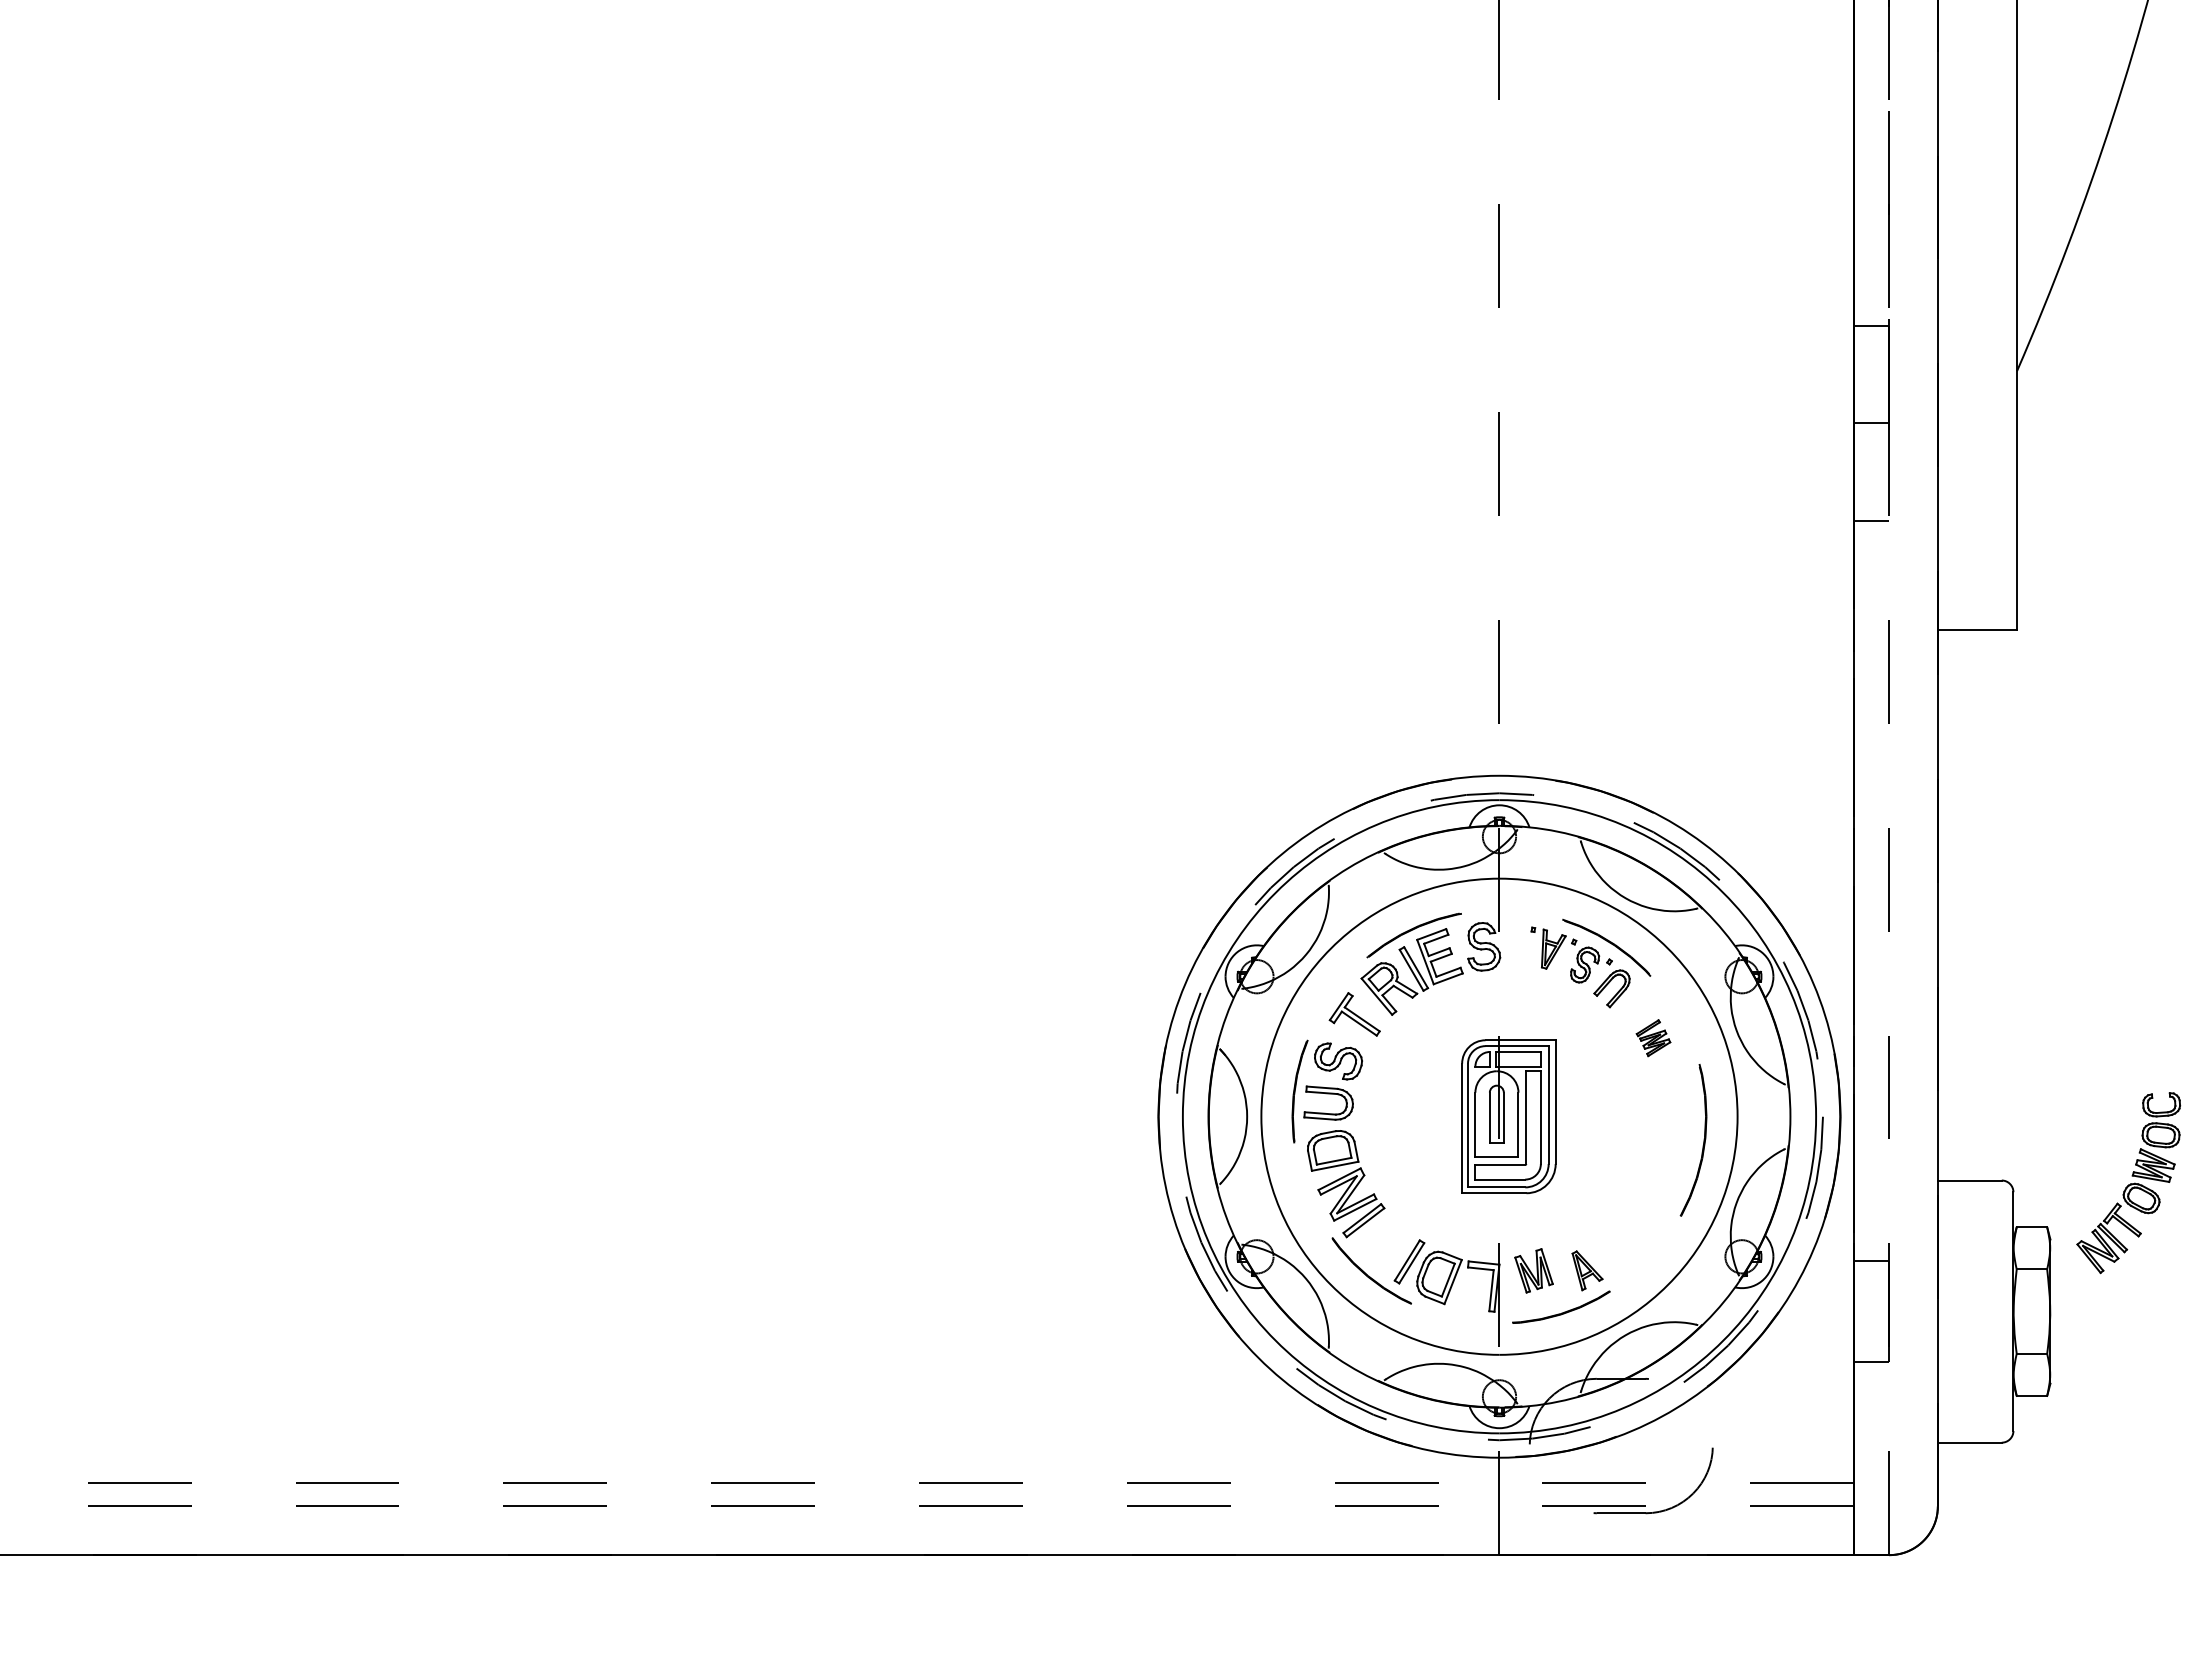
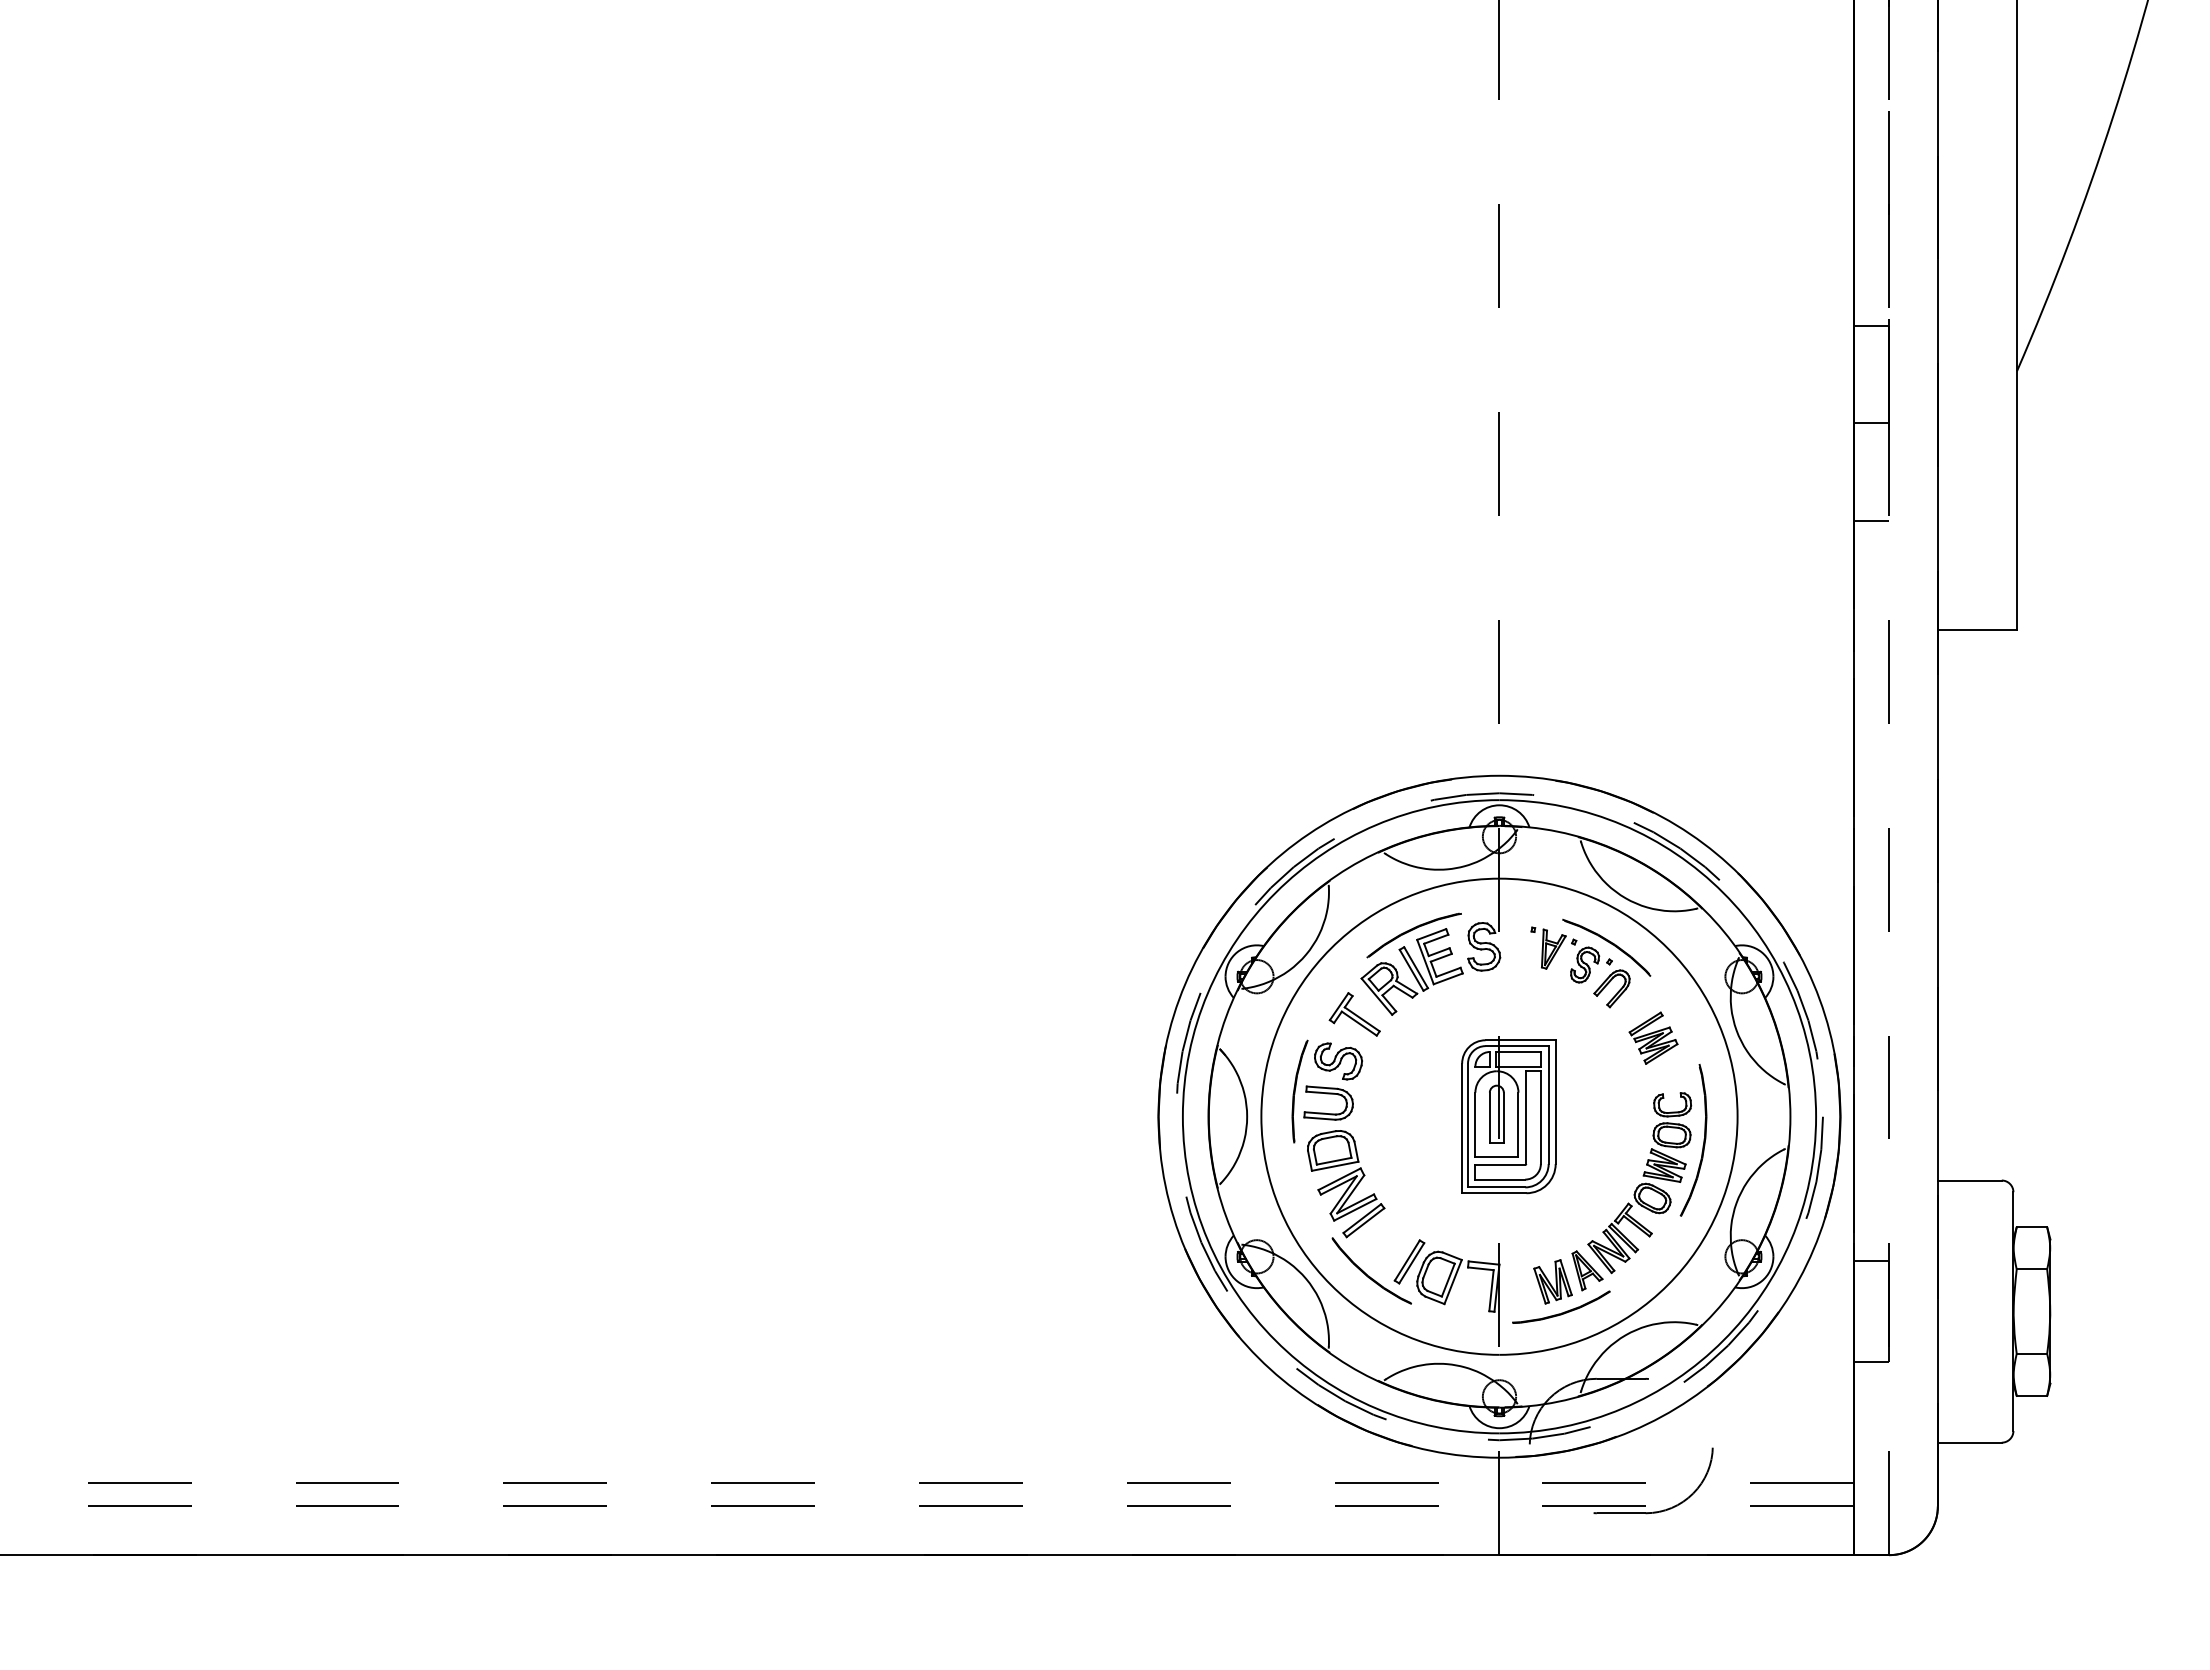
part at (1653, 1038) size: 37x39 px -> 51x54 px
part at (2128, 1183) position: (2128, 1183) -> (1639, 1183)
part at (1533, 1270) position: (1533, 1270) -> (1552, 1281)
